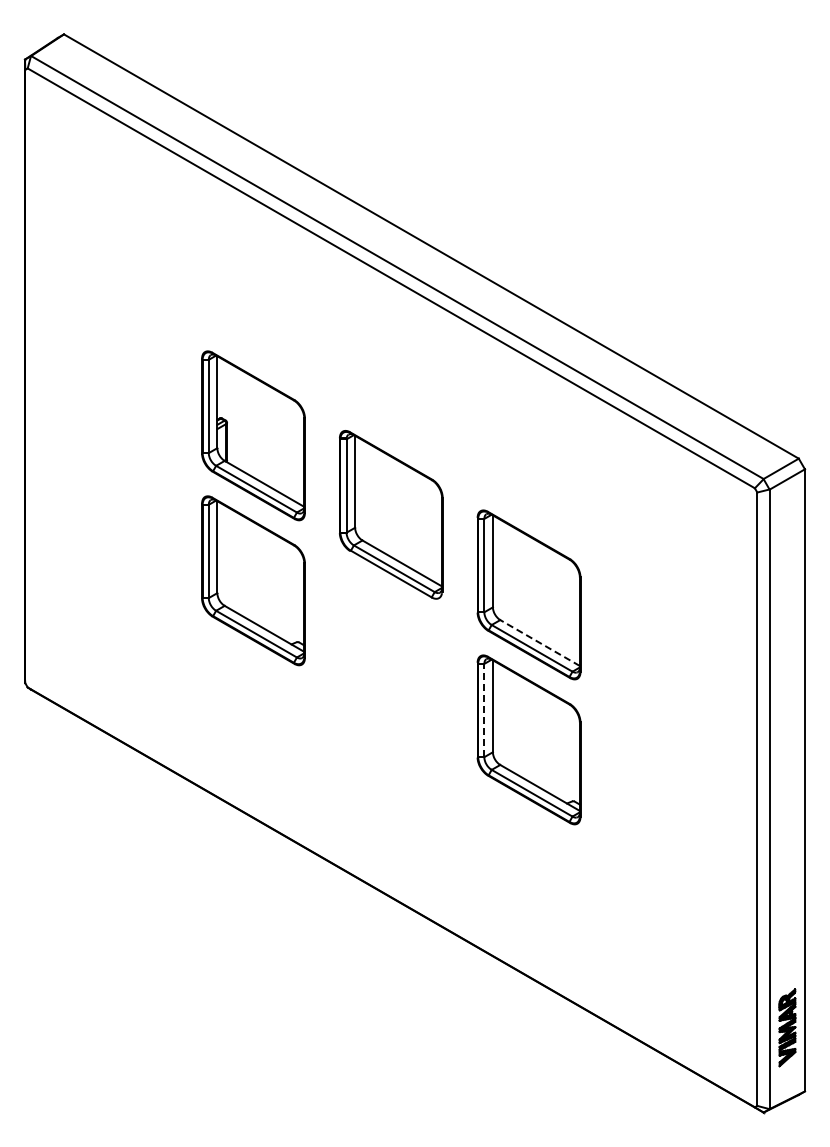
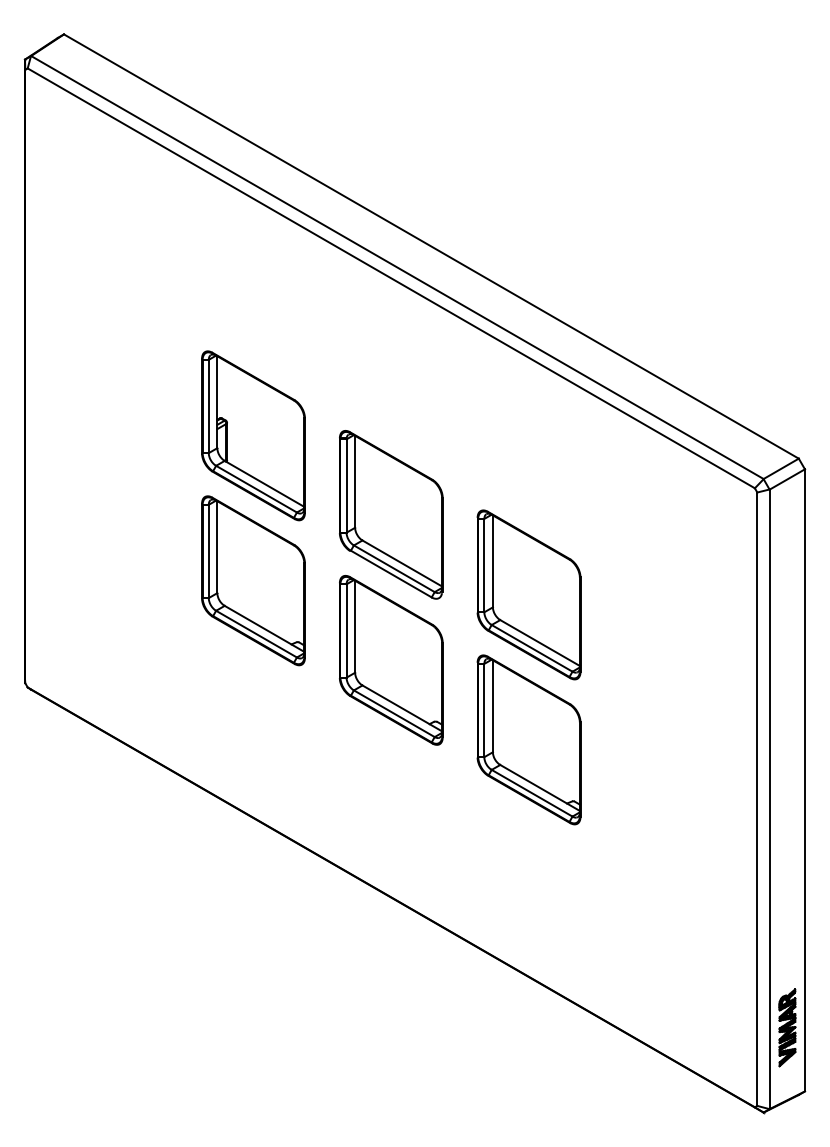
line at (540, 643): dashed -> solid
part at (391, 660): none -> present
line at (484, 710): dashed -> solid
